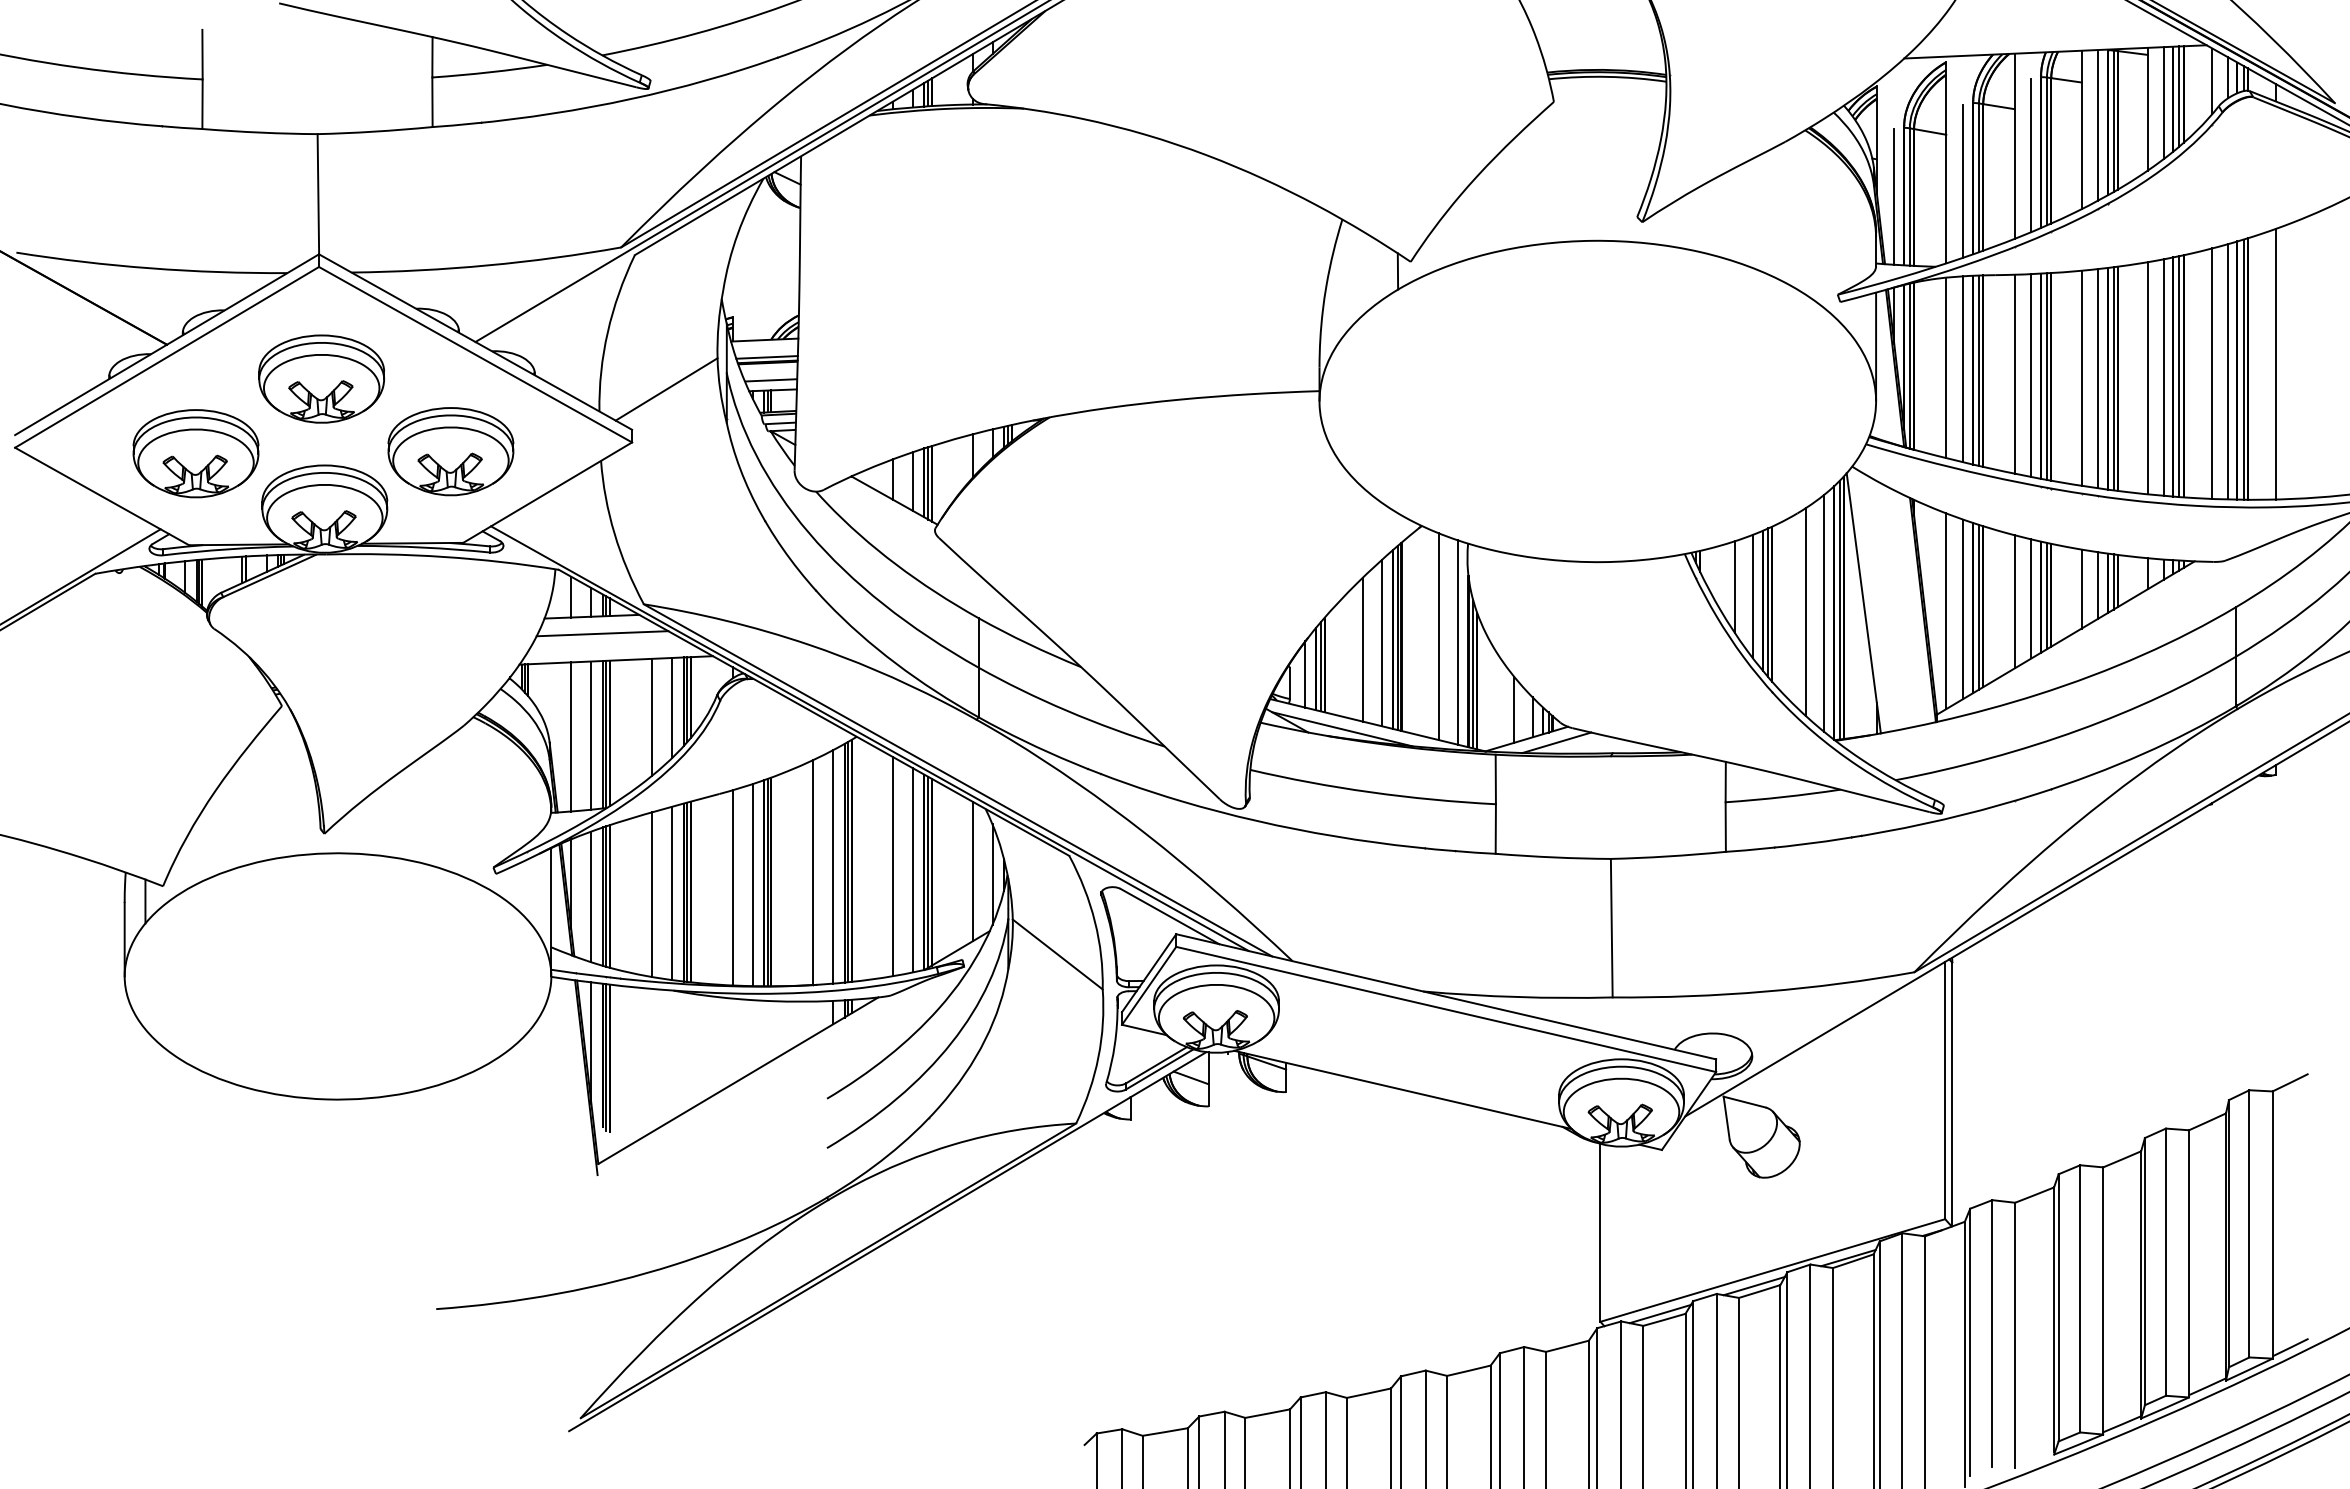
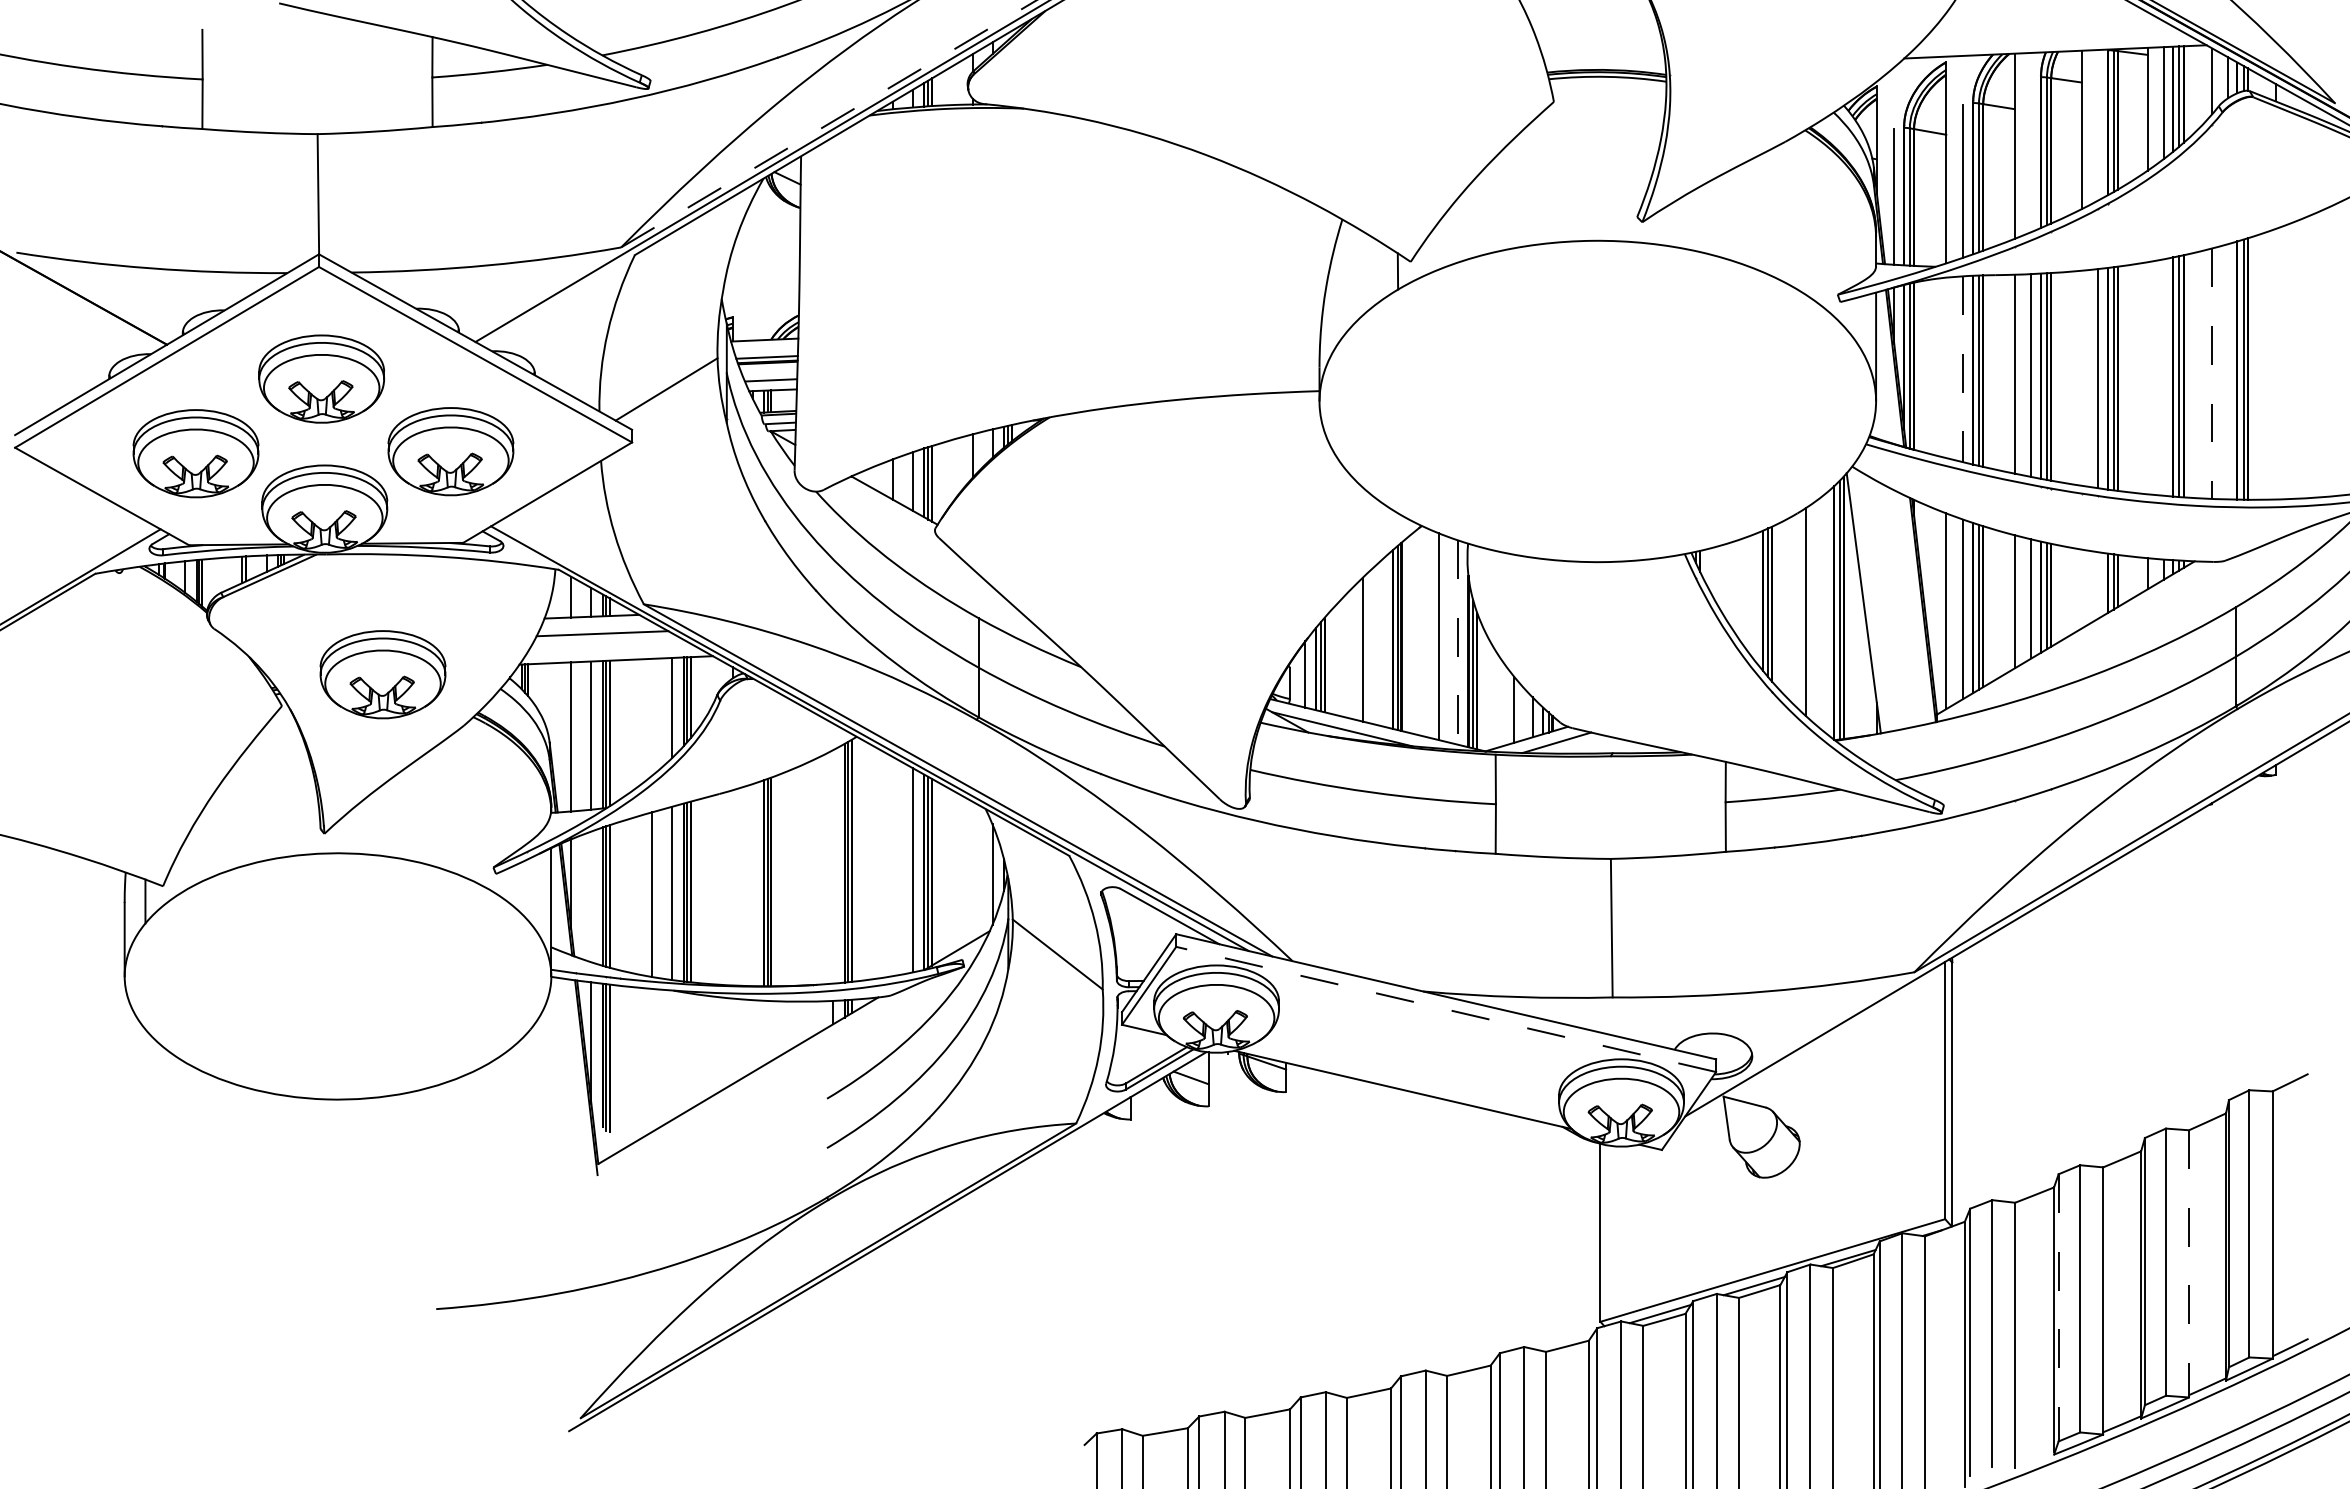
line at (829, 123): solid -> dashed
line at (2098, 126): present -> none
line at (2031, 155): present -> none
line at (2275, 363): present -> none
line at (1946, 367): present -> none
line at (1963, 369): solid -> dashed
line at (2228, 371): present -> none
line at (2212, 374): solid -> dashed
line at (2081, 377): present -> none
line at (2163, 377): present -> none
line at (2147, 378): present -> none
line at (2098, 585): present -> none
line at (1734, 586): present -> none
line at (2081, 588): present -> none
line at (1752, 596): present -> none
line at (1823, 613): present -> none
line at (1381, 642): present -> none
line at (1457, 642): solid -> dashed
part at (382, 674): none -> present
line at (652, 716): present -> none
line at (833, 866): present -> none
line at (893, 866): present -> none
line at (972, 871): present -> none
line at (813, 872): present -> none
line at (752, 885): present -> none
line at (732, 887): present -> none
line at (591, 896): present -> none
line at (1445, 1009): solid -> dashed
line at (2189, 1263): solid -> dashed
line at (2058, 1307): solid -> dashed
